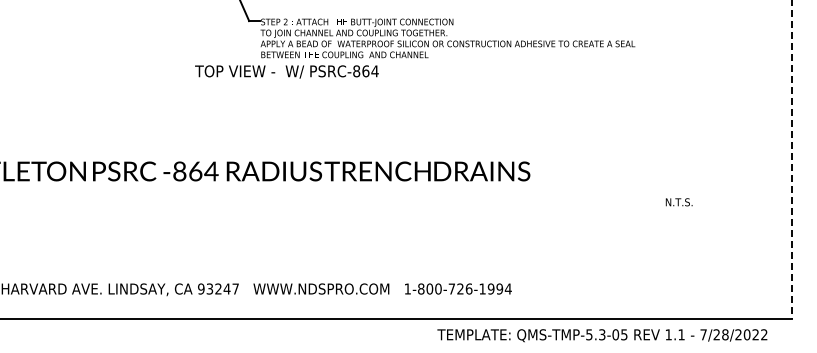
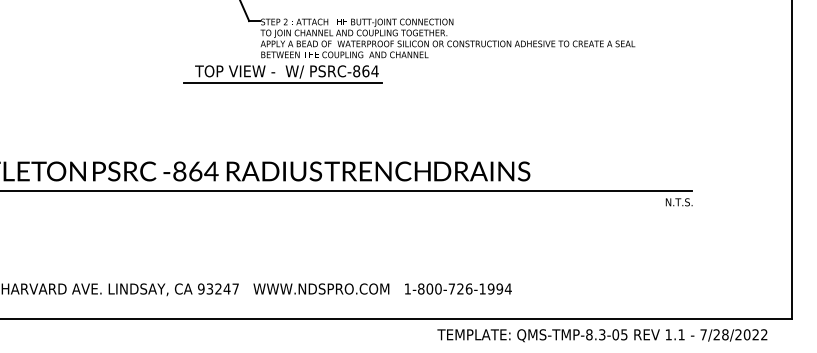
line at (282, 82): none -> present
line at (792, 160): dashed -> solid
line at (347, 190): none -> present
text at (589, 334): QMS-TMP-5.3-05 -> QMS-TMP-8.3-05
